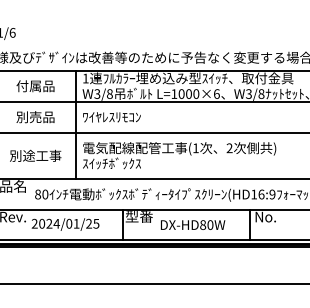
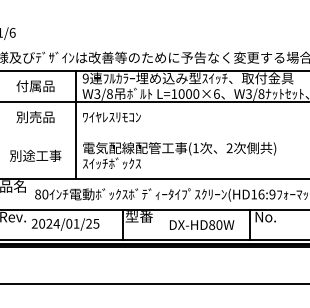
text at (85, 78): 1 -> 9
line at (154, 132): present -> none
text at (193, 224) position: (193, 224) -> (202, 224)
